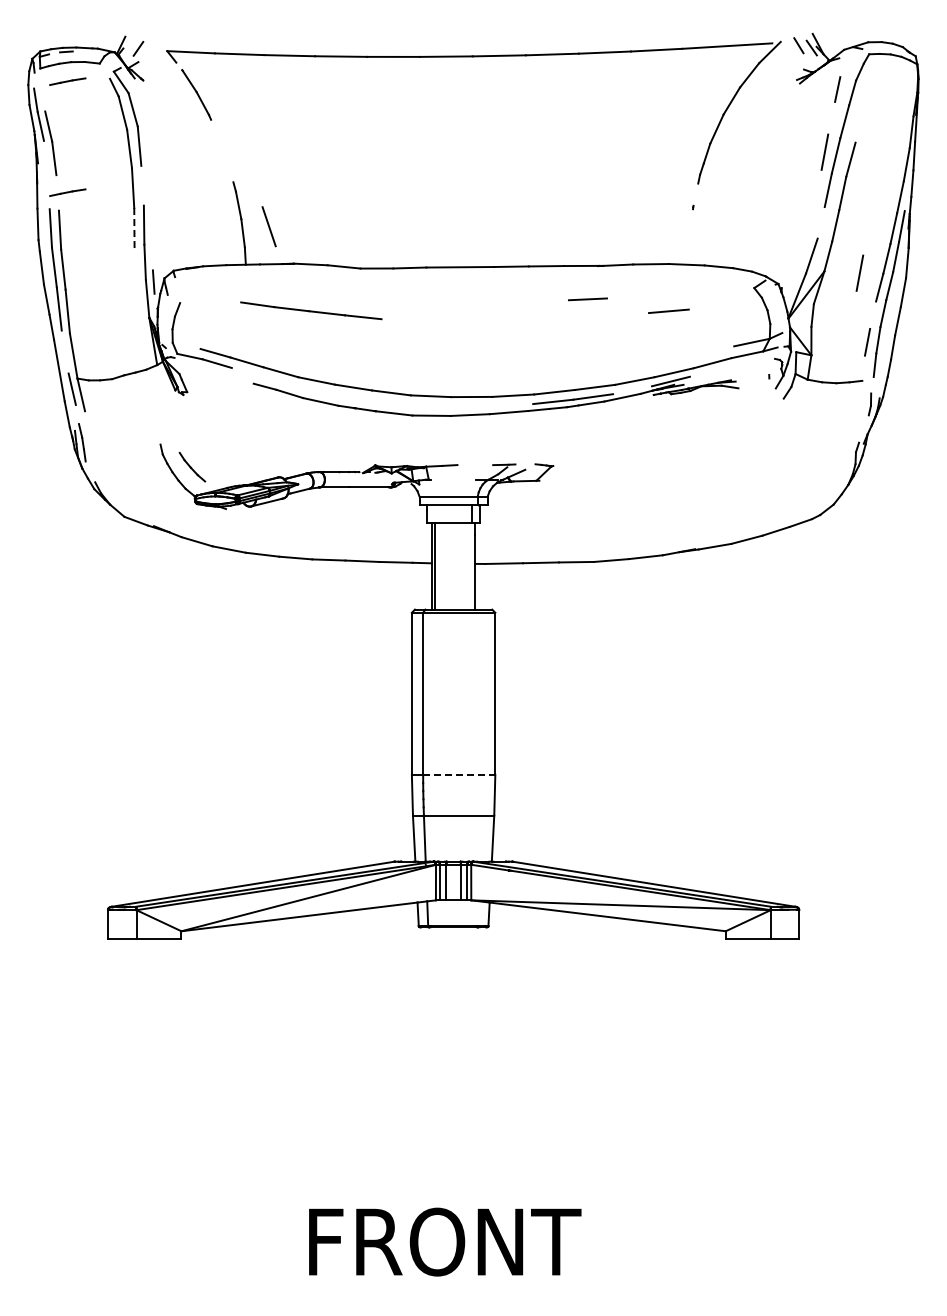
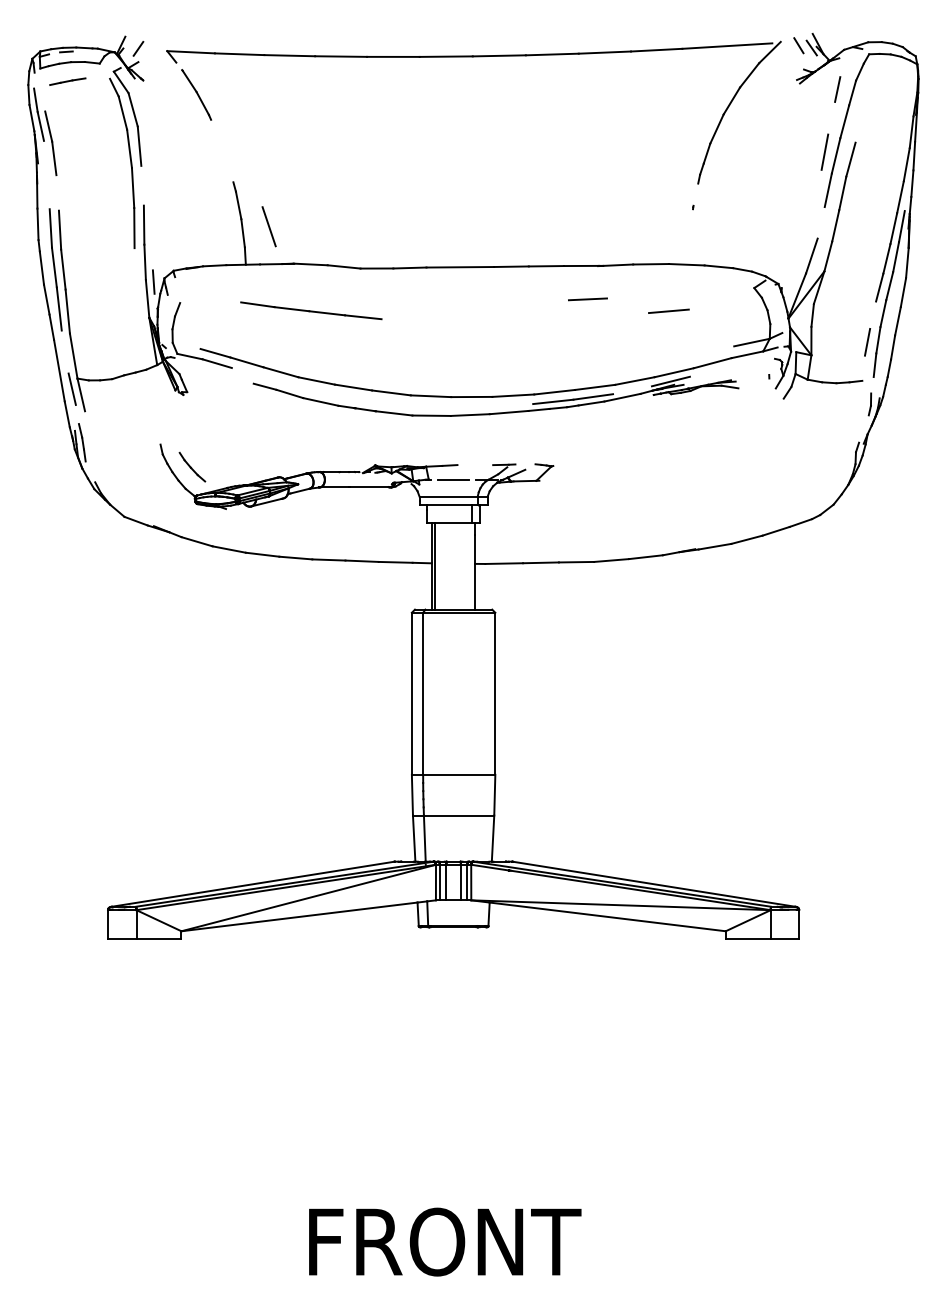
line at (67, 192): present -> none
line at (134, 228): dashed -> solid
line at (859, 272): present -> none
line at (453, 479): none -> present
line at (459, 774): dashed -> solid
